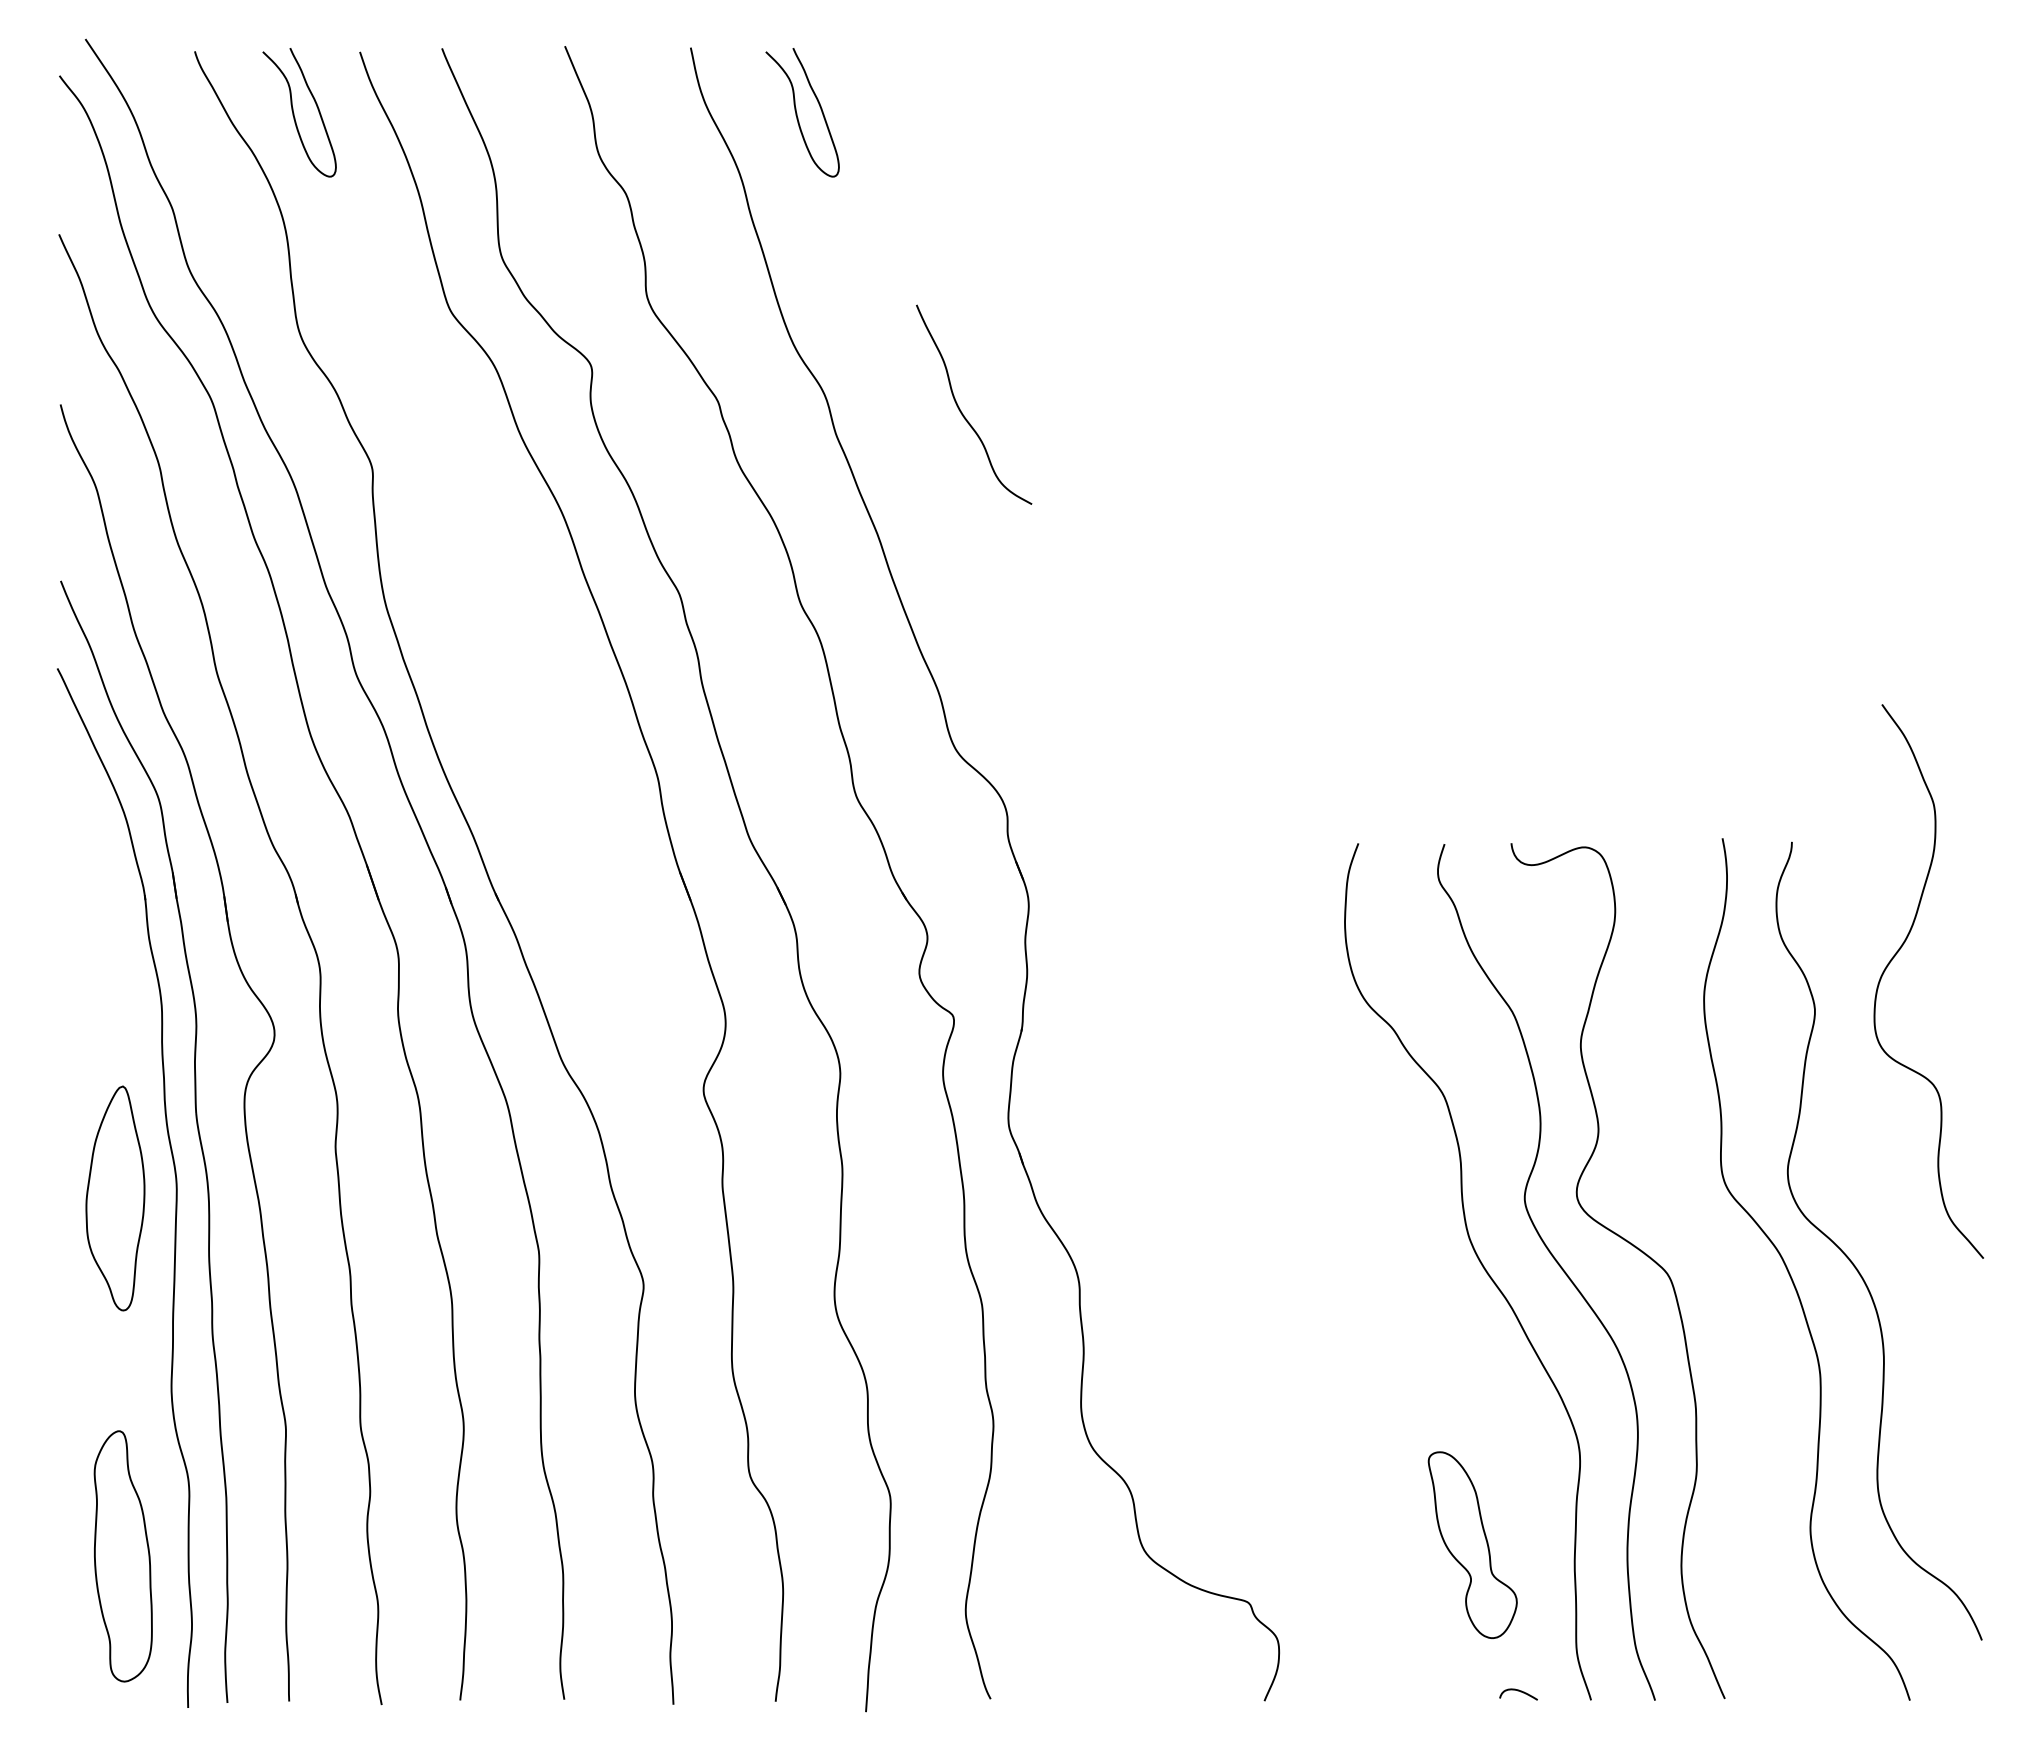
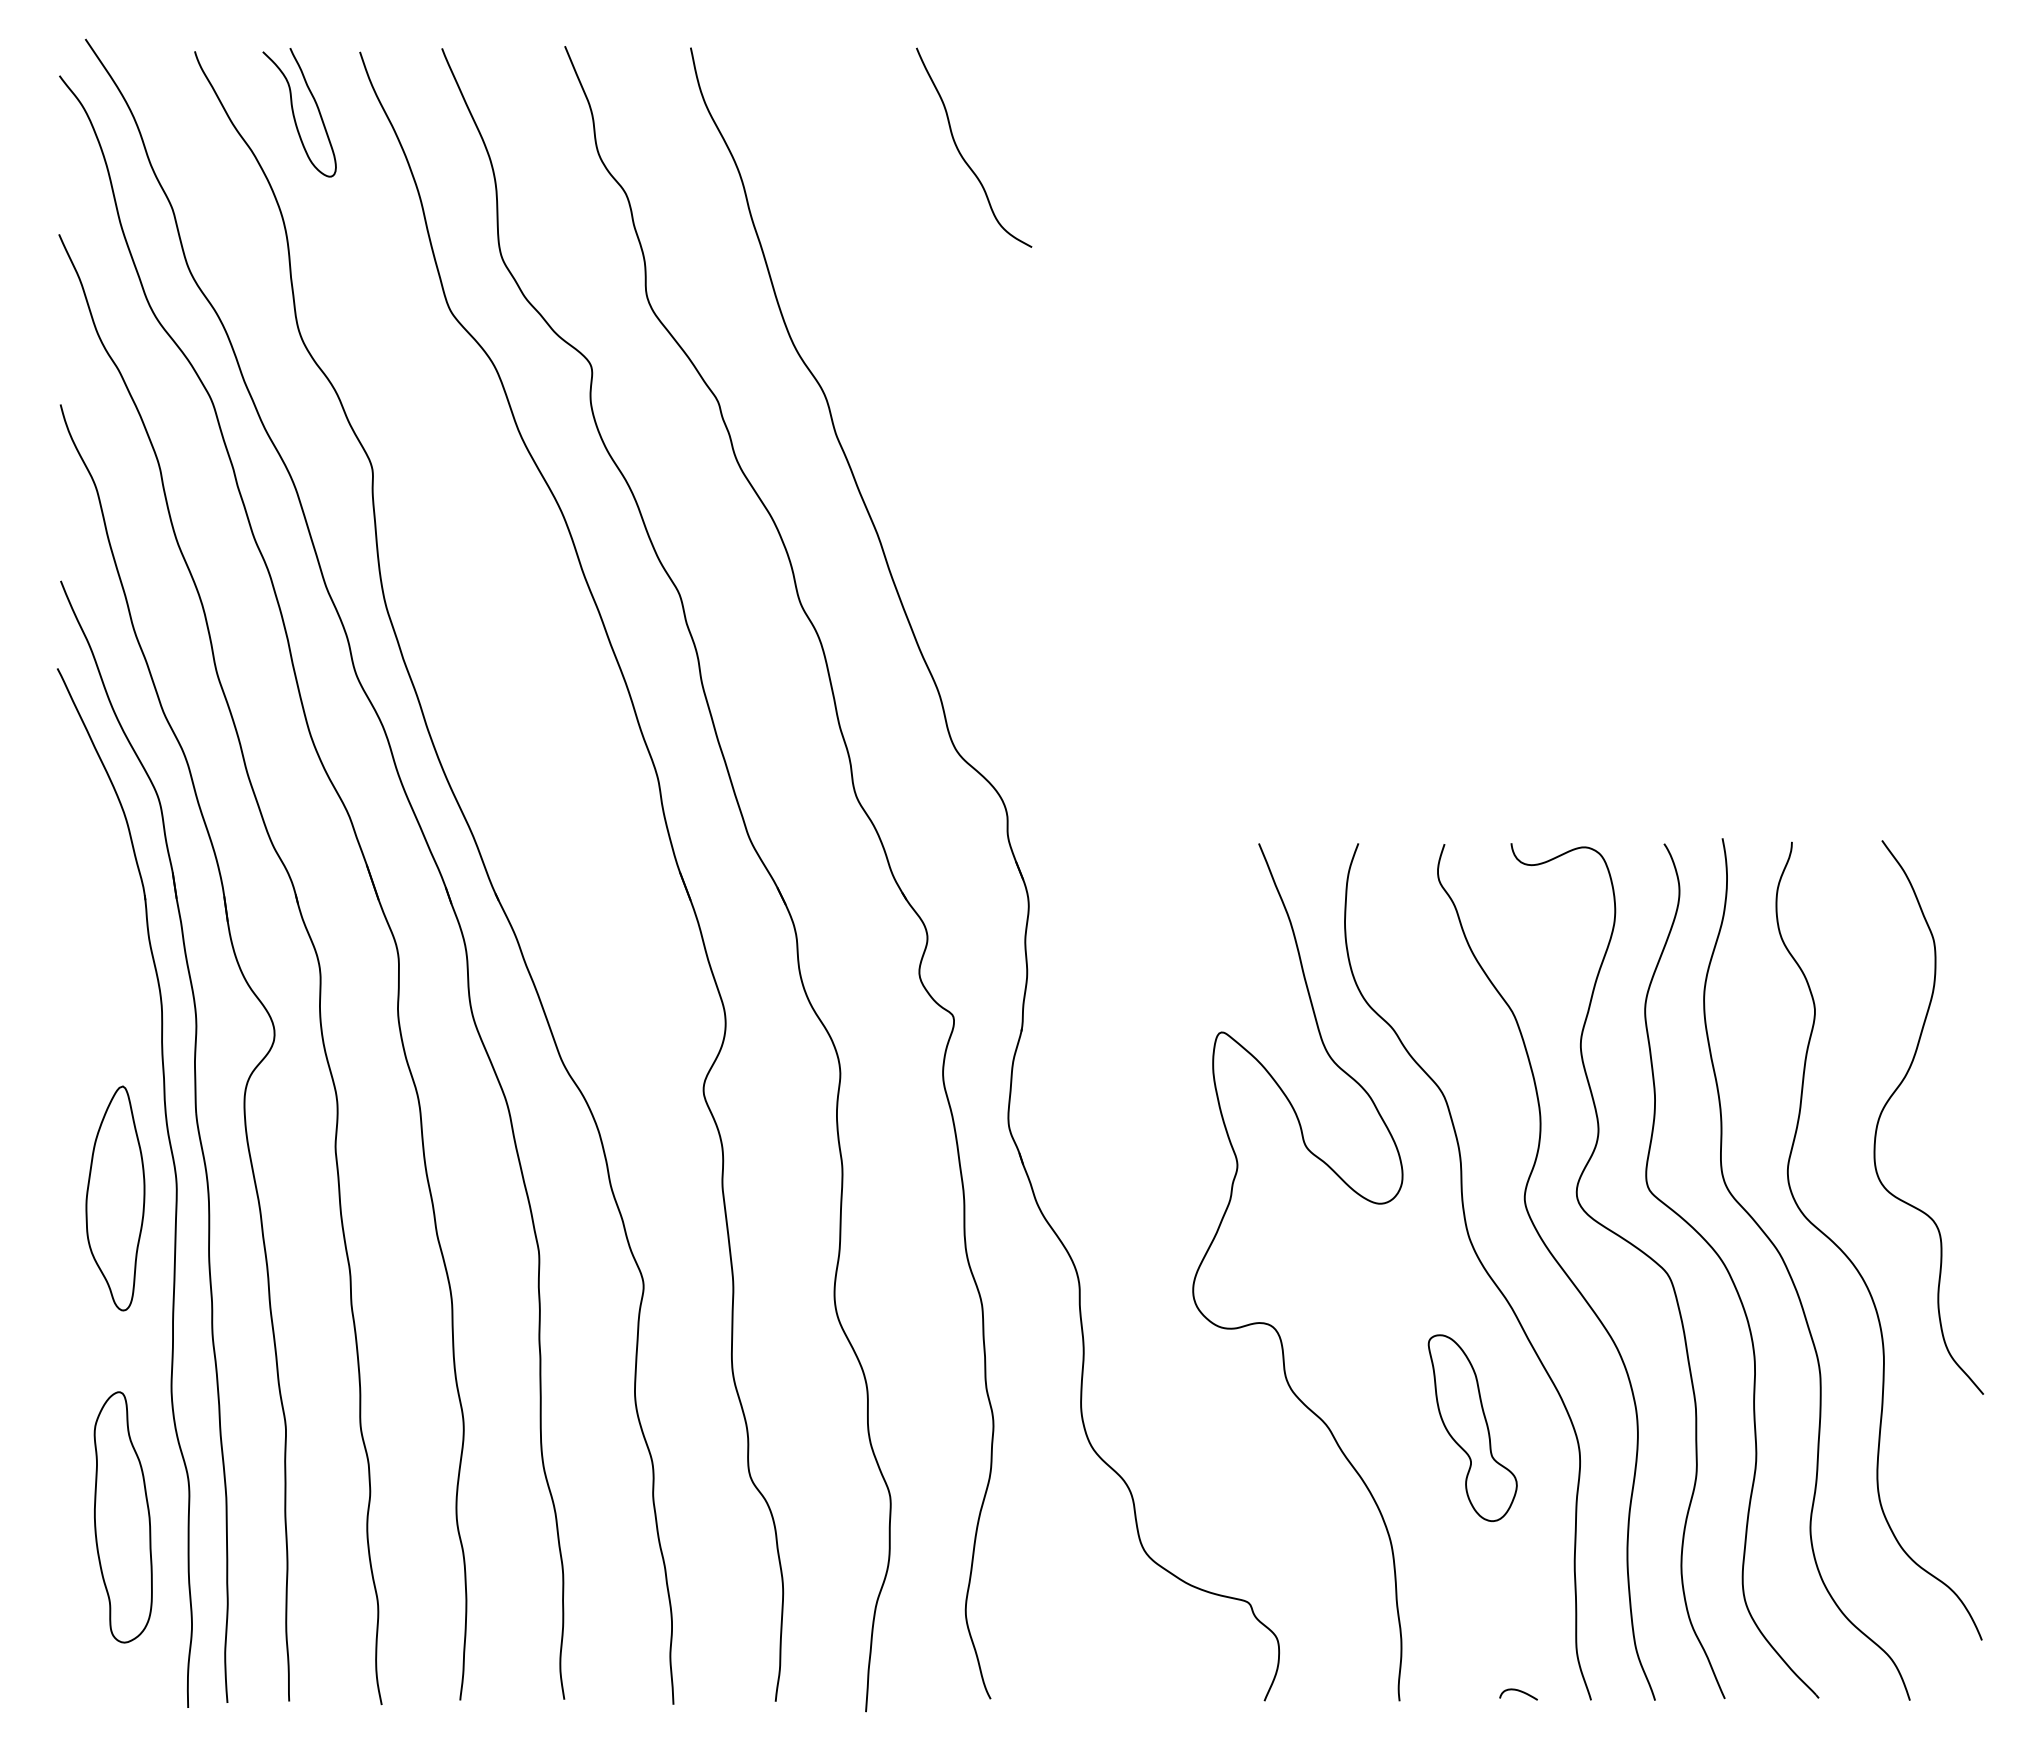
curve at (797, 113): present -> none
curve at (961, 410) position: (961, 410) -> (961, 153)
curve at (1895, 956) position: (1895, 956) -> (1895, 1092)
part at (1731, 1270): none -> present
curve at (1270, 1324): none -> present
part at (1472, 1544) position: (1472, 1544) -> (1472, 1427)
part at (122, 1556) position: (122, 1556) -> (122, 1517)
